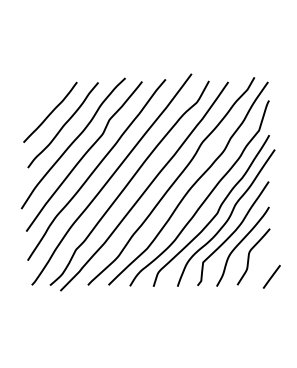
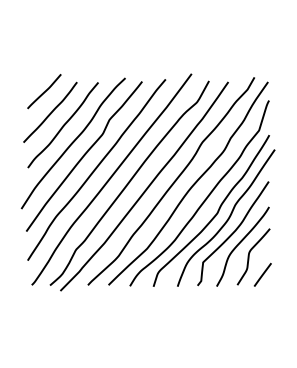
curve at (44, 91): none -> present
line at (271, 276) position: (271, 276) -> (262, 274)
